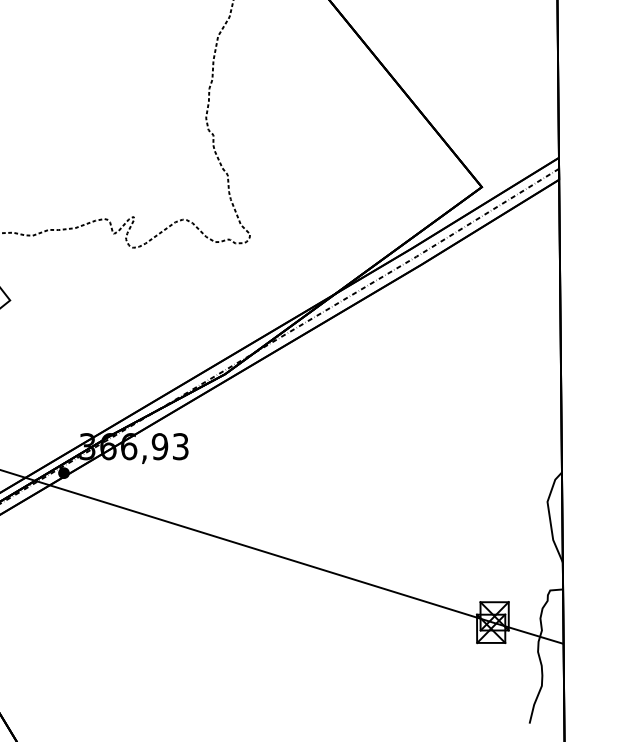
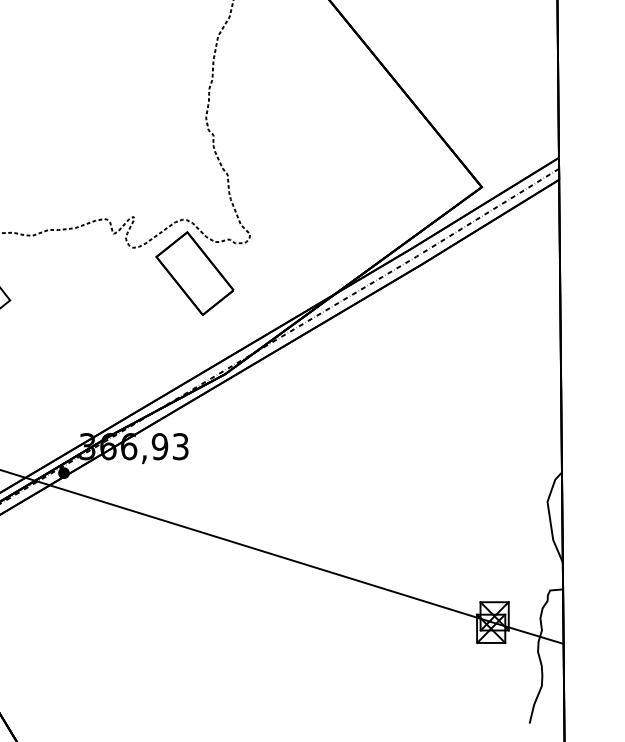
part at (194, 273): none -> present
